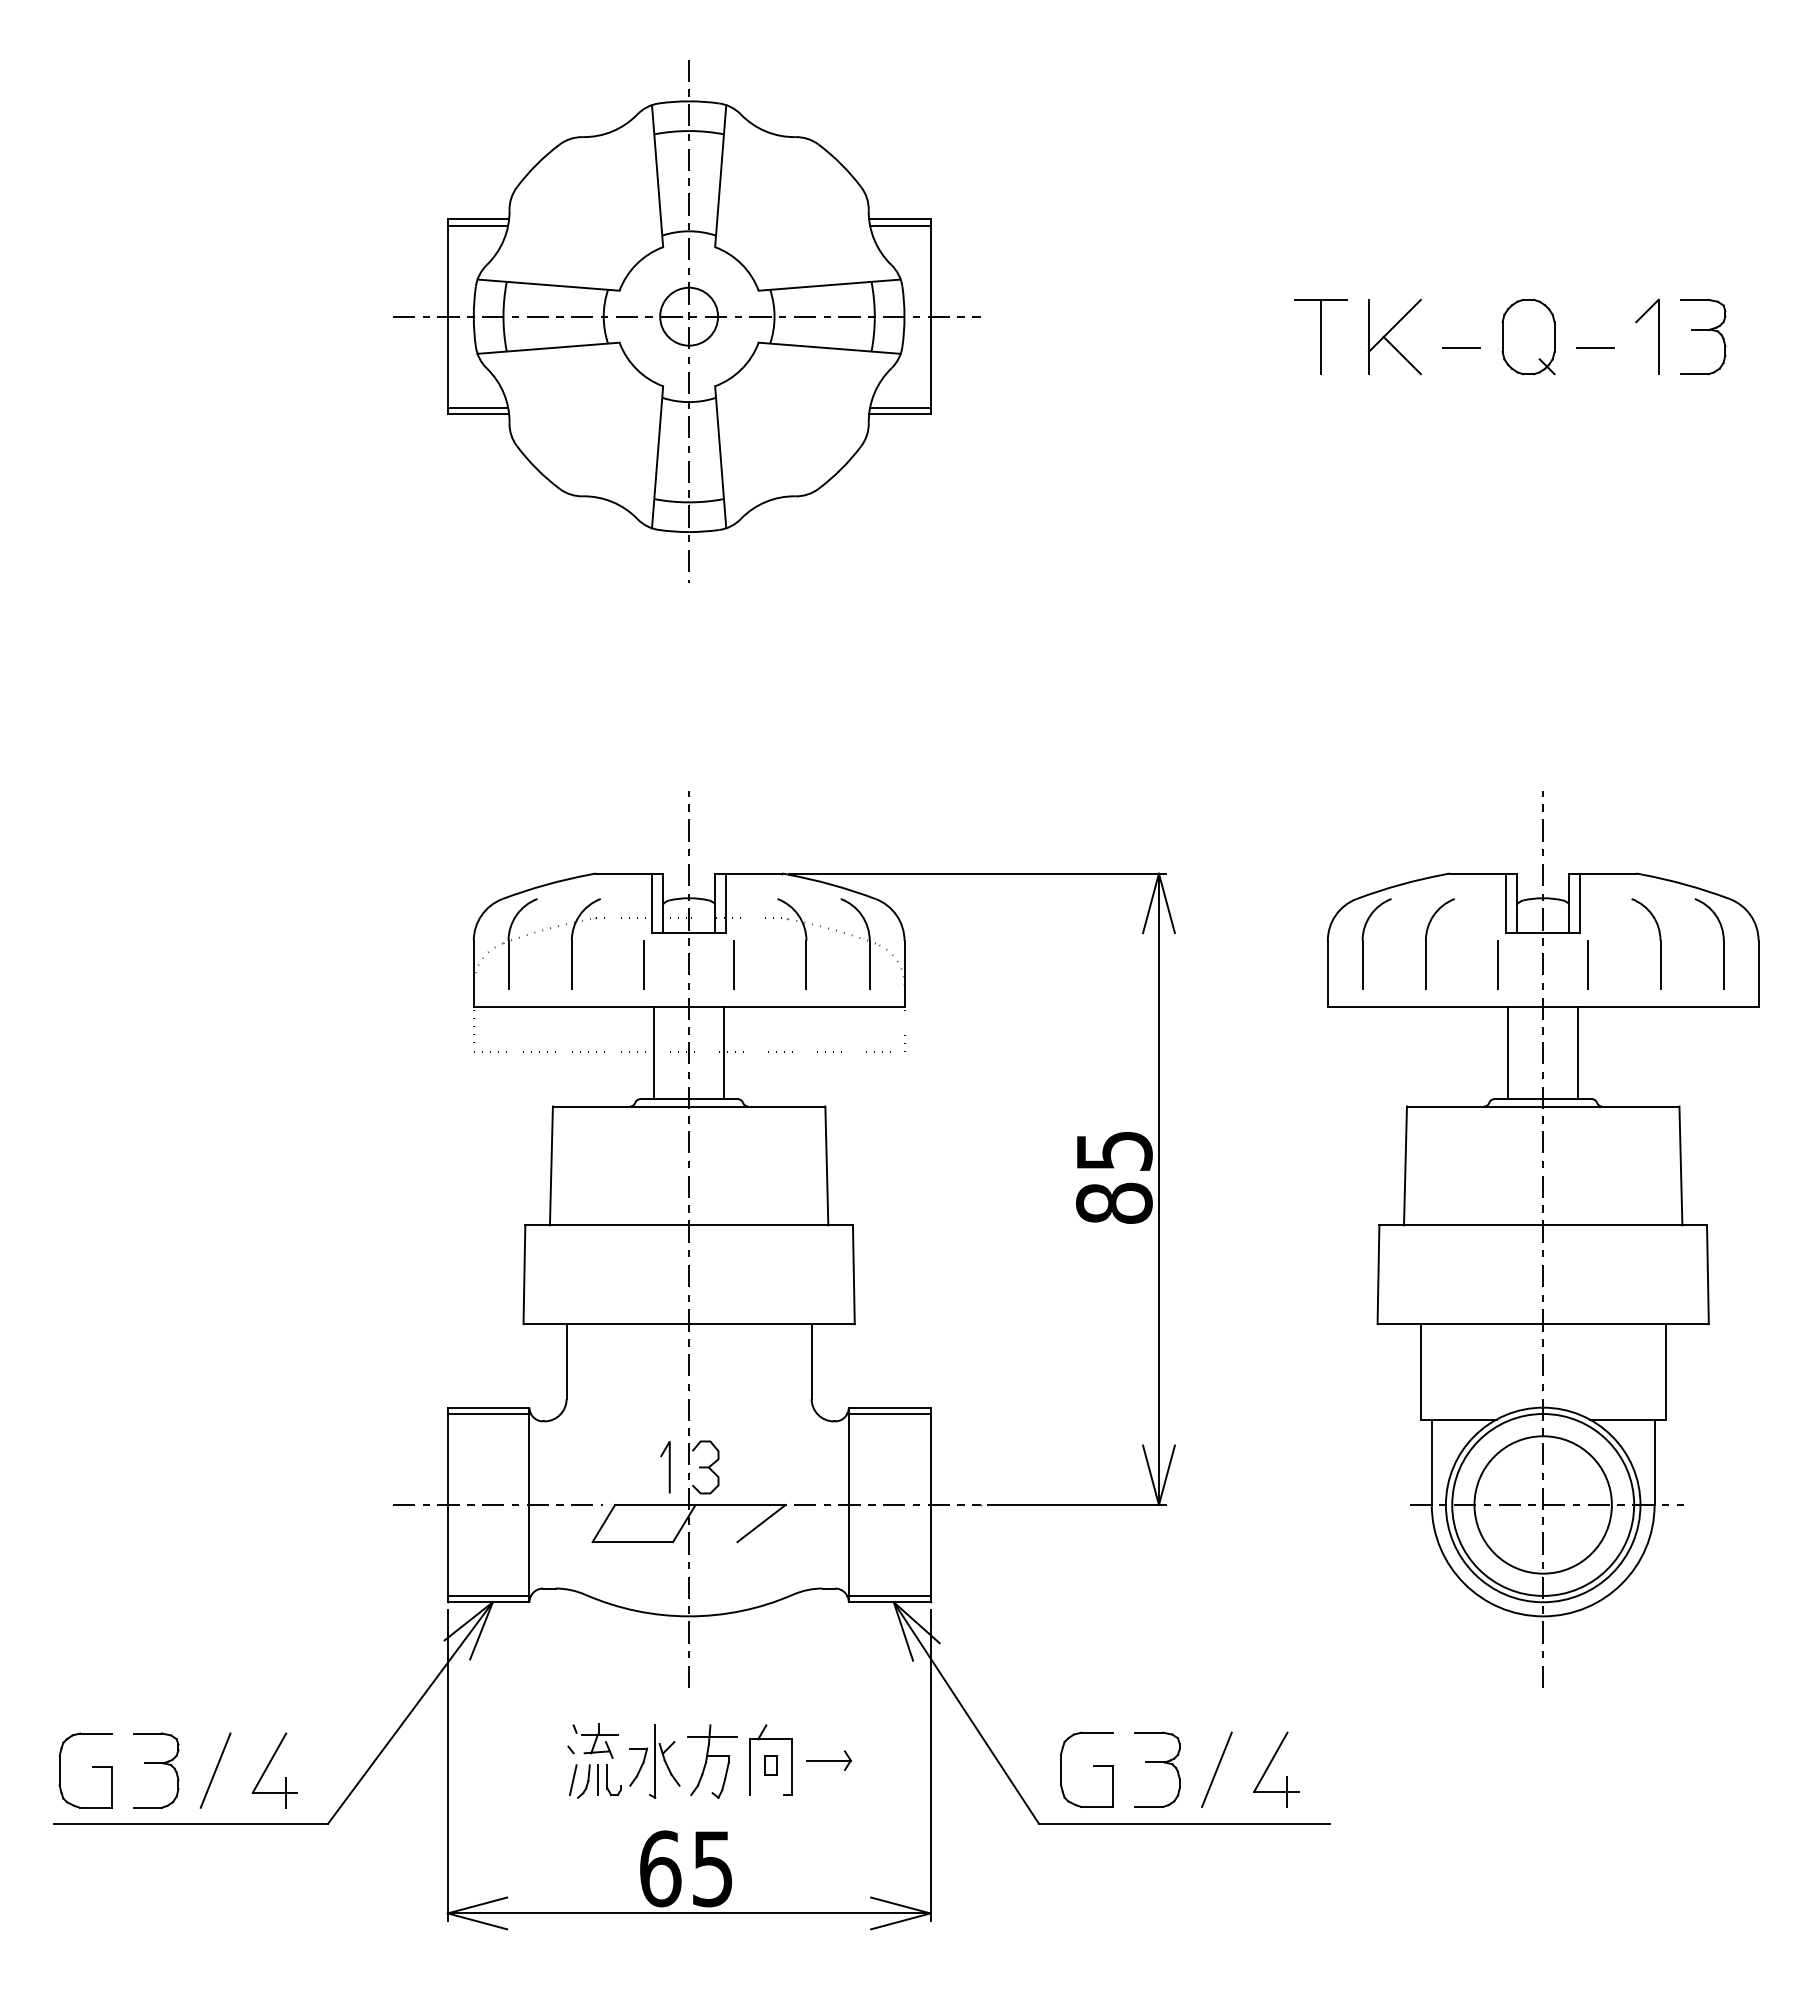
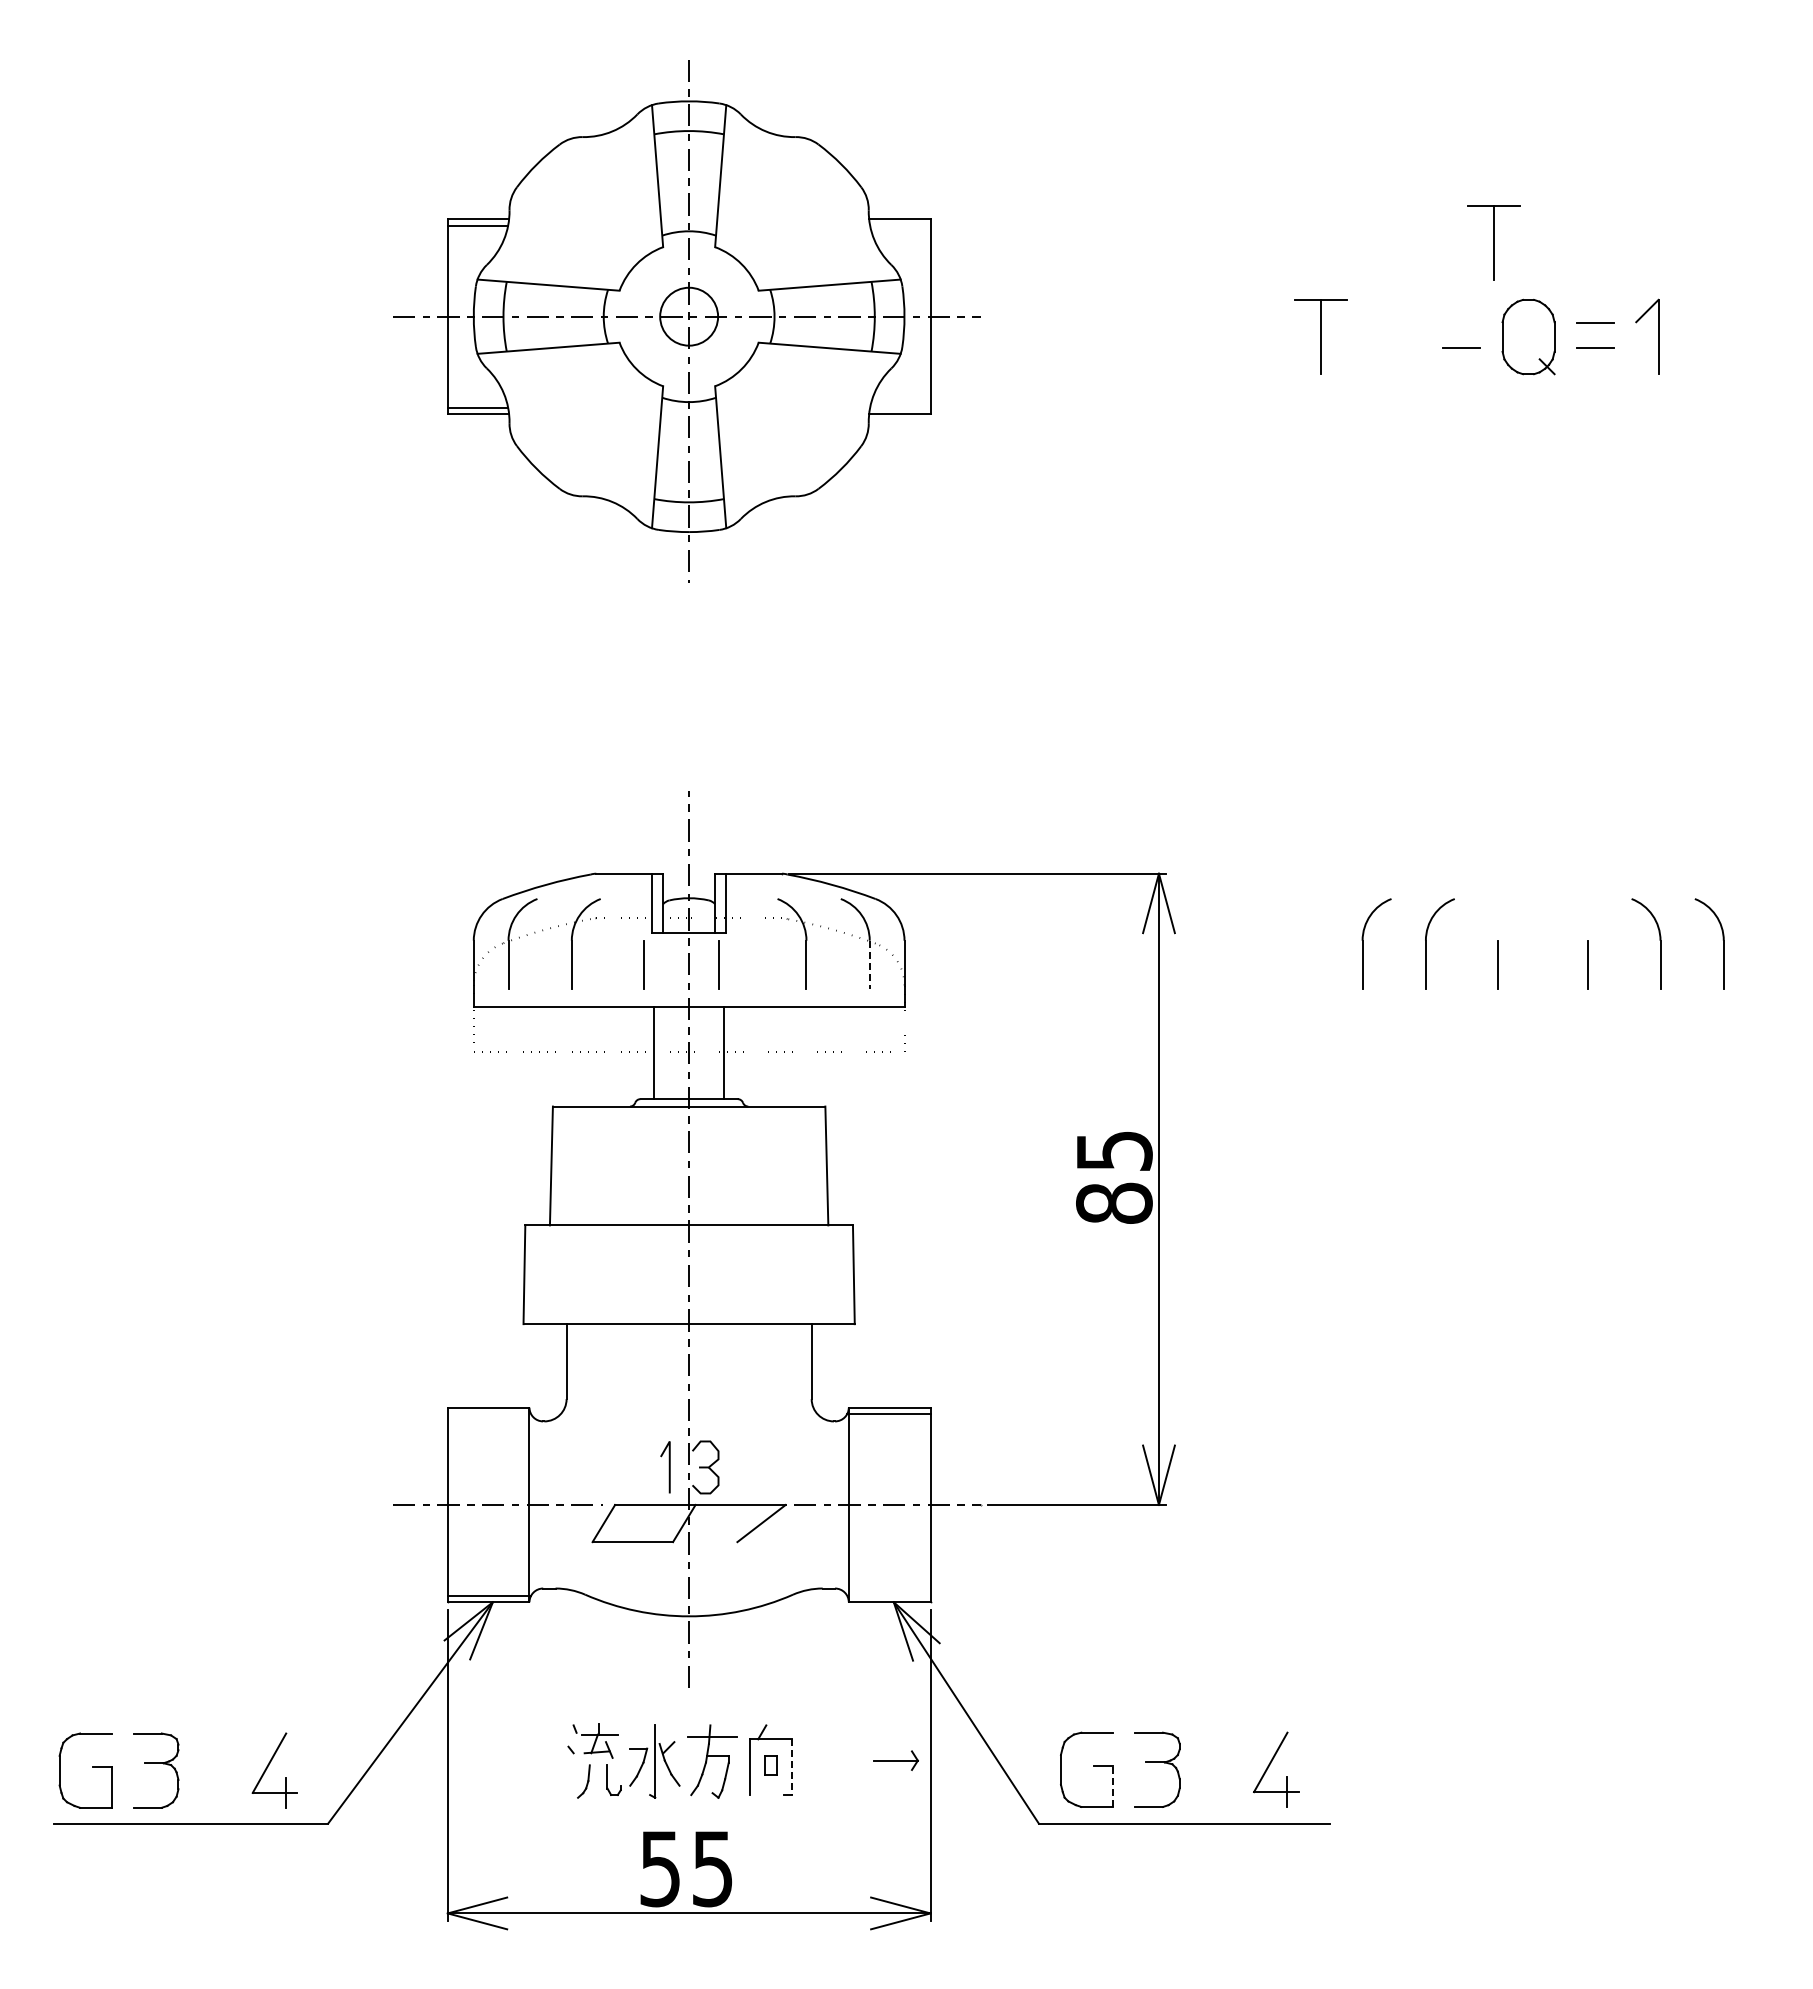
line at (900, 225): present -> none
part at (1493, 242): none -> present
line at (1595, 322): none -> present
part at (1703, 330): present -> none
part at (1390, 331): present -> none
line at (900, 407): present -> none
line at (733, 964) position: (733, 964) -> (718, 964)
line at (869, 965): solid -> dashed
part at (1543, 1239): present -> none
line at (489, 1414): present -> none
line at (888, 1595): present -> none
part at (828, 1760) position: (828, 1760) -> (895, 1760)
line at (792, 1767): solid -> dashed
line at (1216, 1769): present -> none
line at (215, 1770): present -> none
line at (572, 1780): present -> none
line at (597, 1780): present -> none
line at (1112, 1786): solid -> dashed
text at (660, 1868): 65 -> 55
